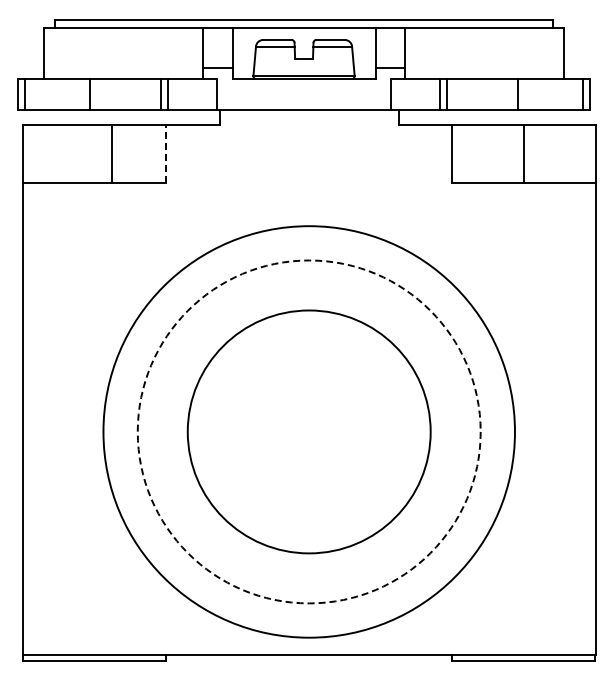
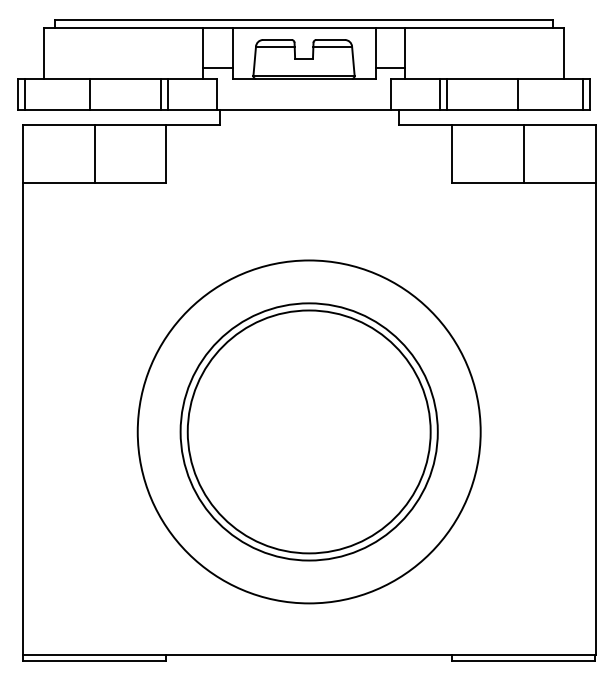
line at (111, 153) position: (111, 153) -> (94, 153)
line at (166, 153): dashed -> solid
circle at (308, 431) diameter: 412 px -> 257 px
circle at (308, 431): dashed -> solid
